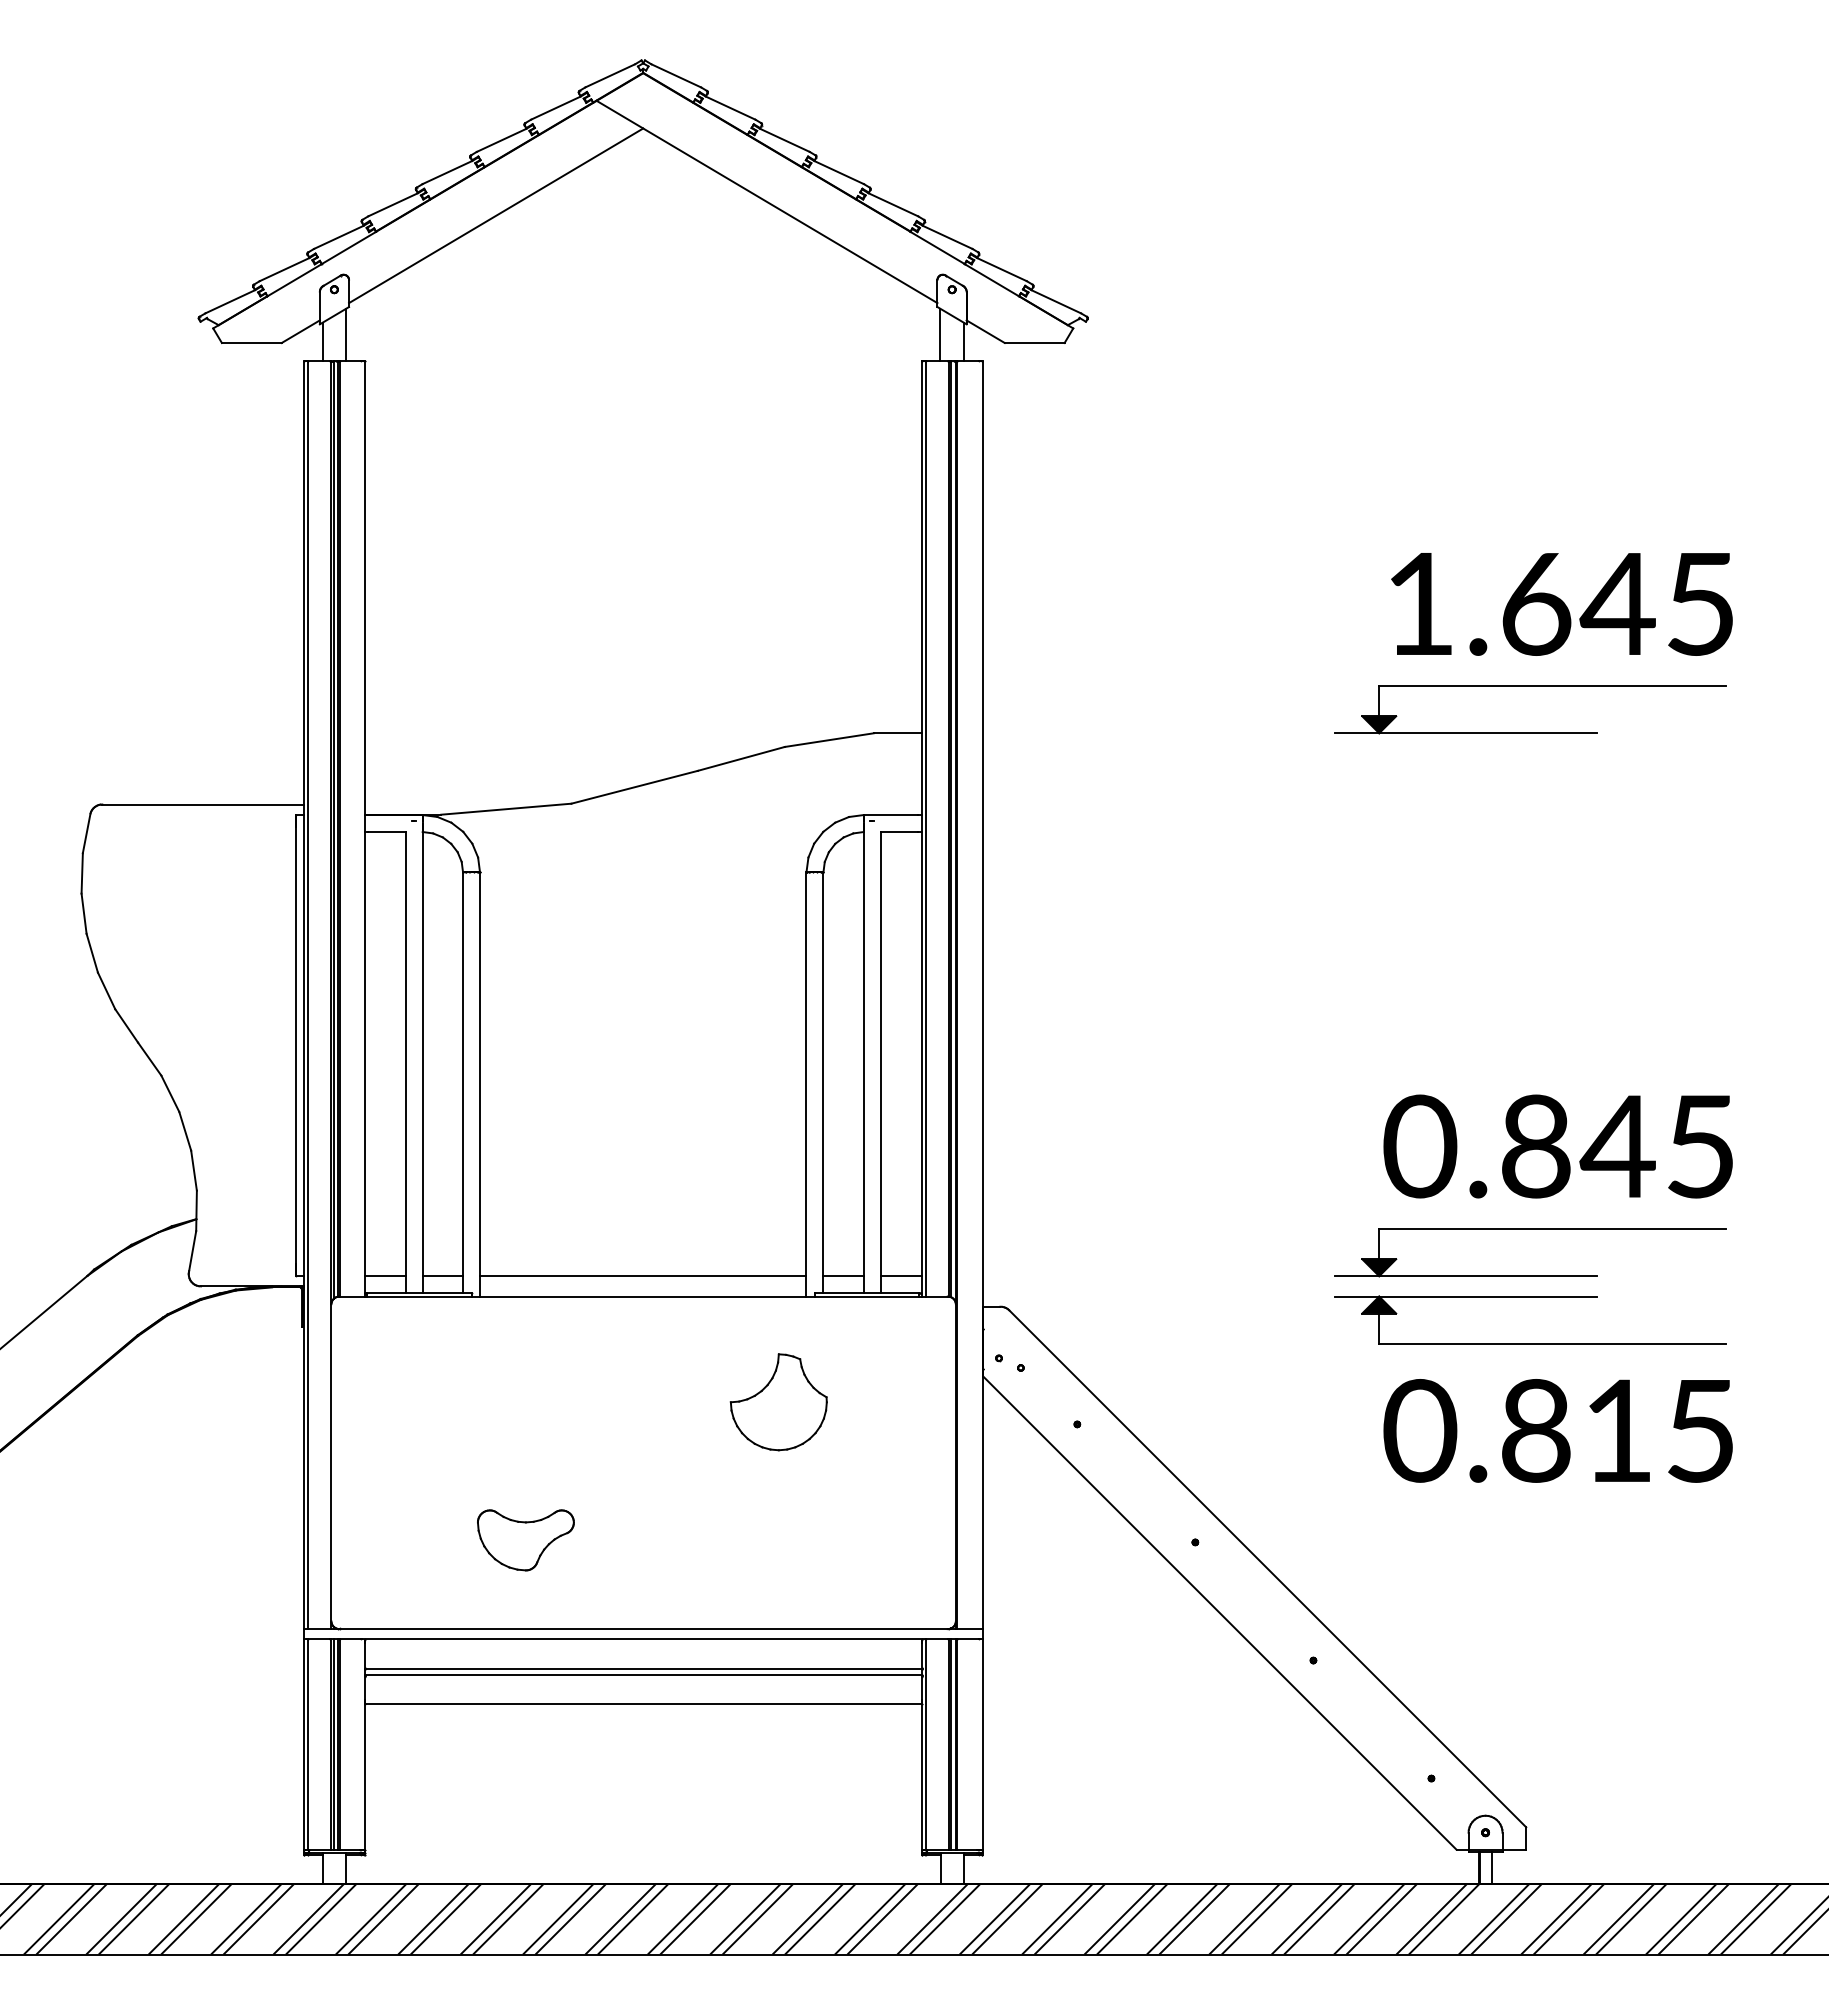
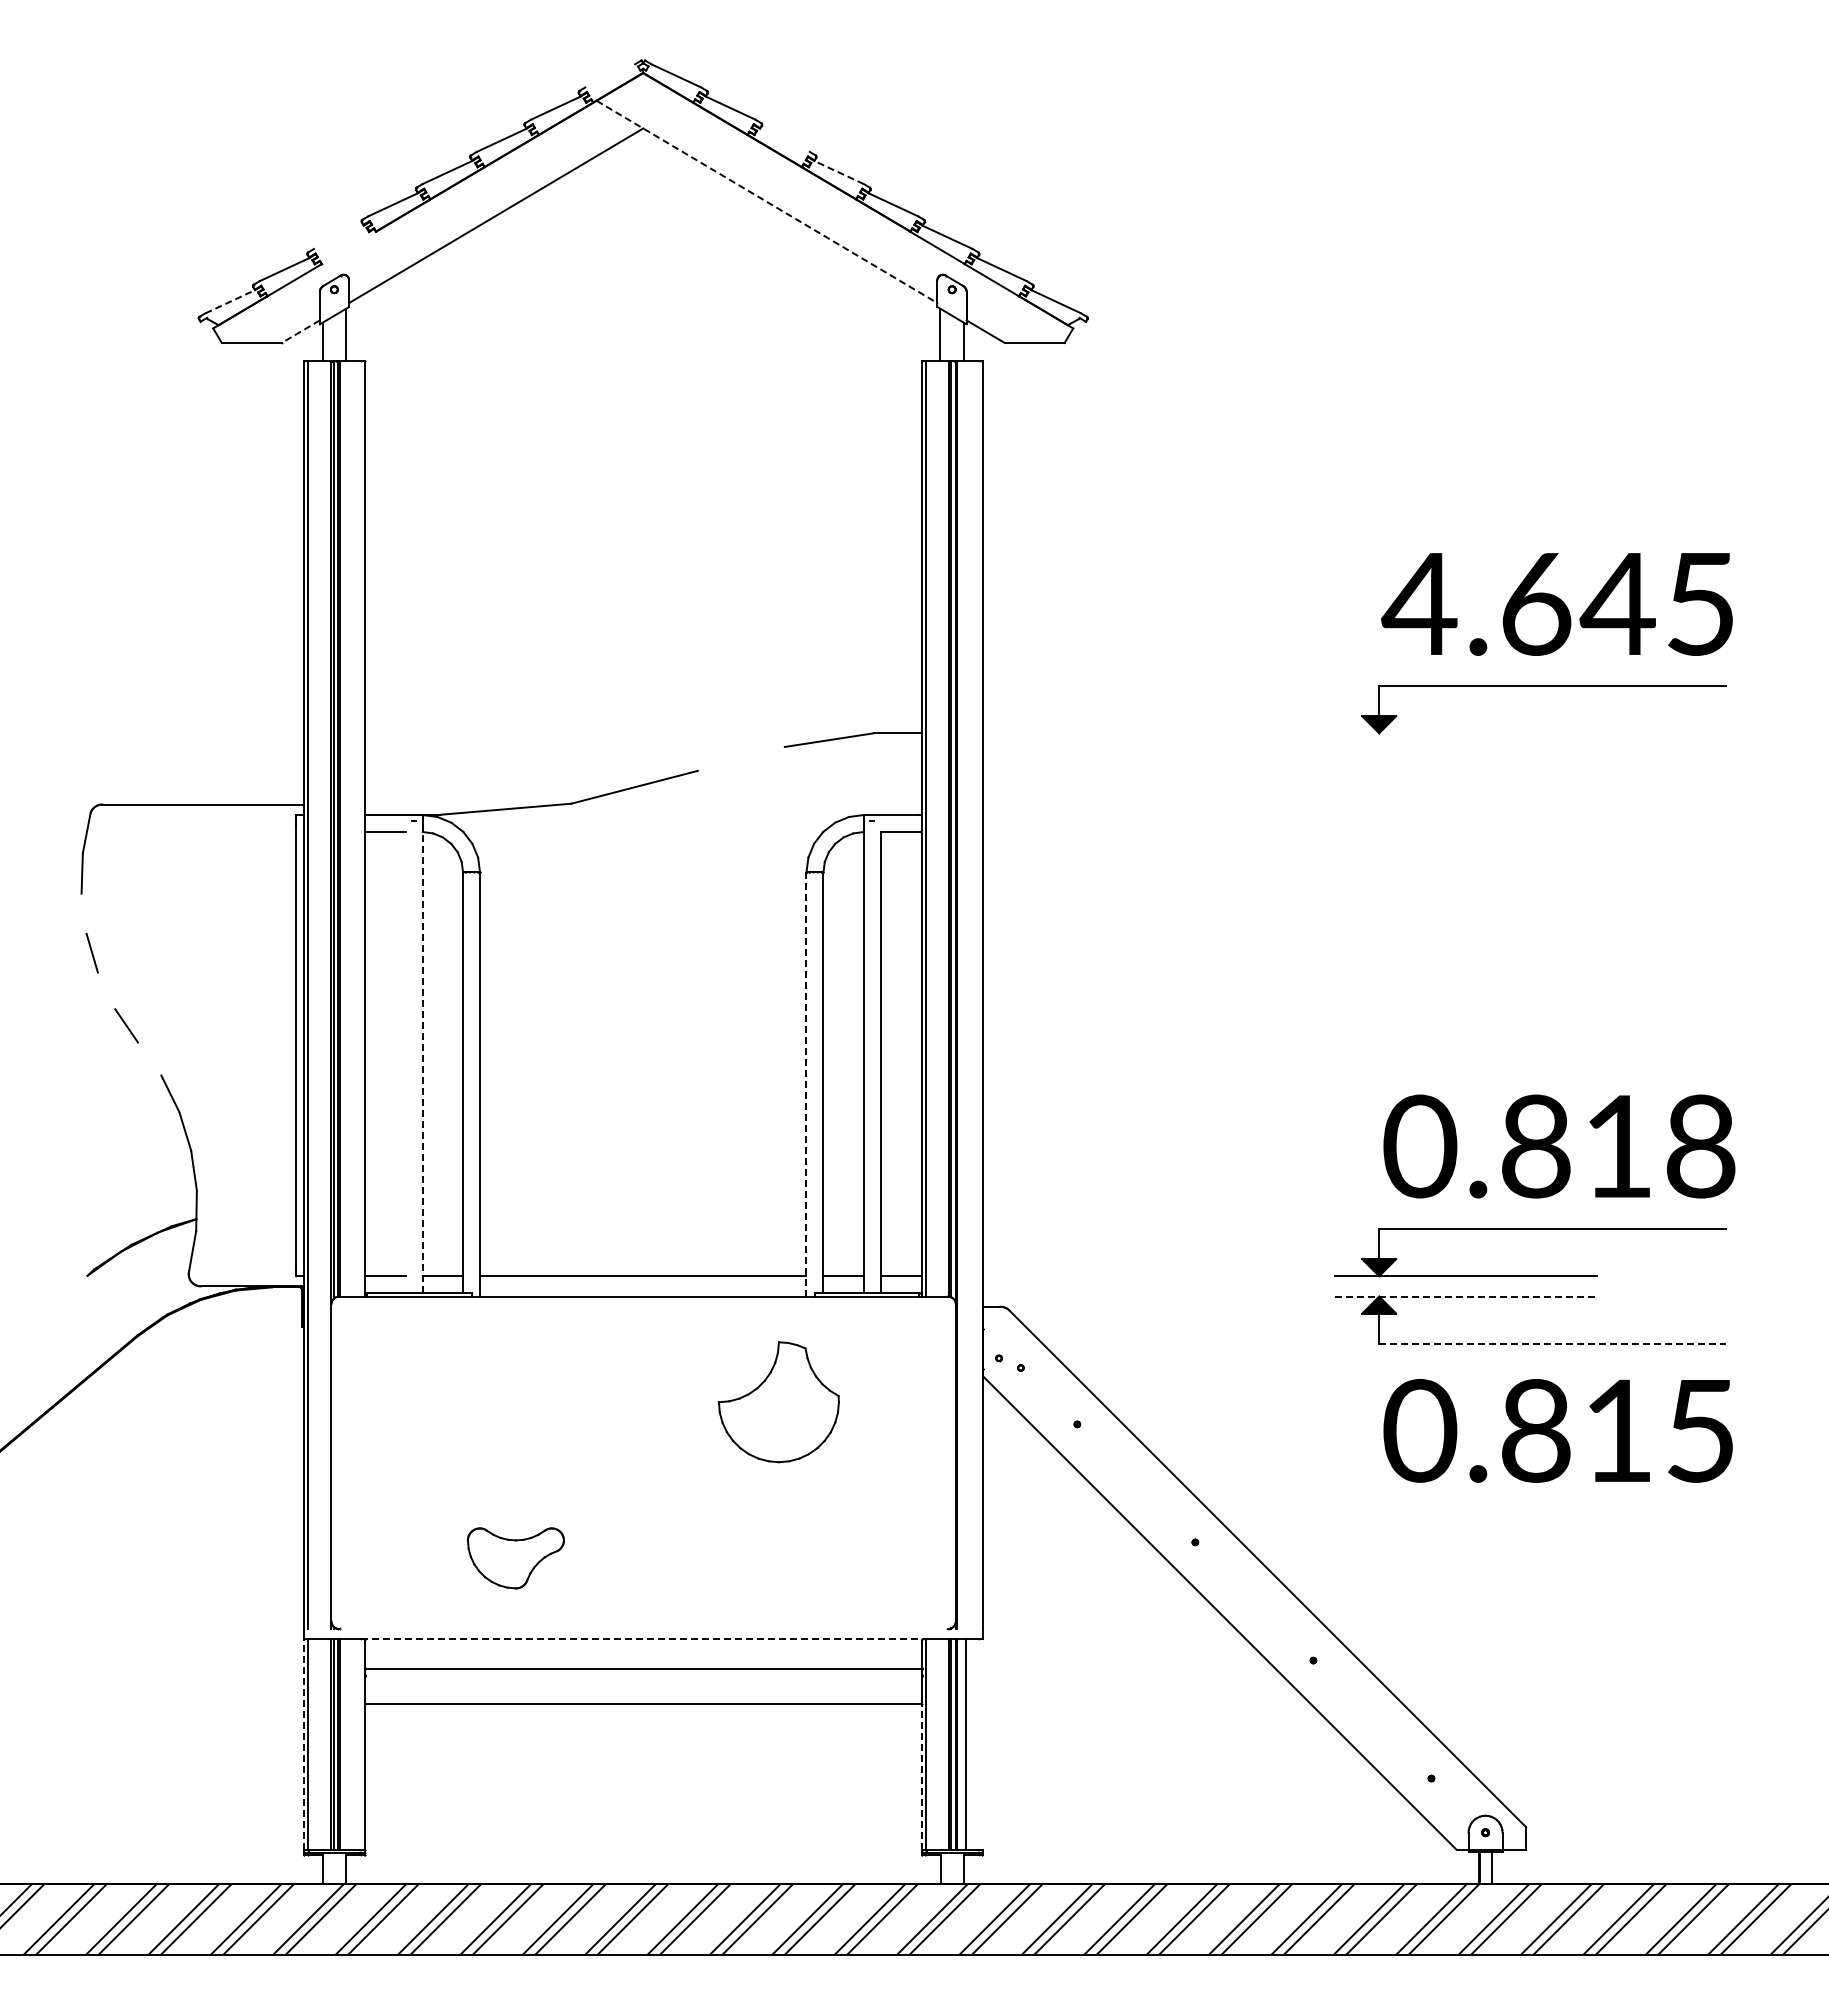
line at (610, 75): present -> none
line at (784, 139): present -> none
line at (838, 172): solid -> dashed
line at (767, 202): solid -> dashed
line at (338, 236): present -> none
line at (348, 247): present -> none
line at (230, 301): solid -> dashed
line at (300, 331): solid -> dashed
text at (1419, 603): 1.645 -> 4.645
line at (1466, 733): present -> none
line at (740, 758): present -> none
line at (83, 913): present -> none
line at (106, 990): present -> none
line at (149, 1058): present -> none
line at (405, 1062): present -> none
line at (422, 1062): solid -> dashed
line at (806, 1083): solid -> dashed
text at (1657, 1146): 0.845 -> 0.818
line at (1466, 1296): solid -> dashed
line at (44, 1311): present -> none
line at (1552, 1344): solid -> dashed
part at (778, 1402) size: 99x99 px -> 122x123 px
part at (525, 1540) position: (525, 1540) -> (515, 1558)
line at (642, 1629): present -> none
line at (643, 1639): solid -> dashed
line at (642, 1675): present -> none
line at (303, 1744): solid -> dashed
line at (982, 1744) position: (982, 1744) -> (965, 1744)
line at (921, 1777): solid -> dashed
